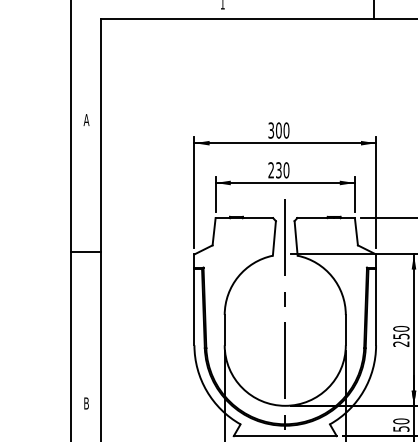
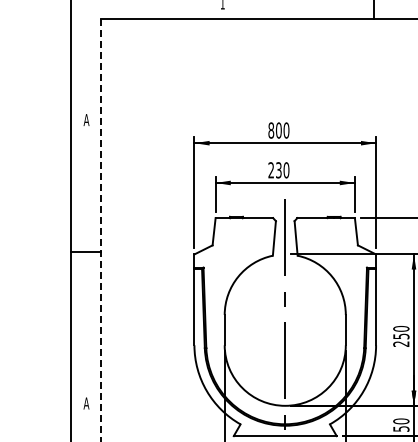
text at (271, 130): 300 -> 800
line at (101, 230): solid -> dashed
text at (86, 403): B -> A
